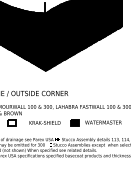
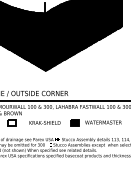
line at (64, 100): none -> present
